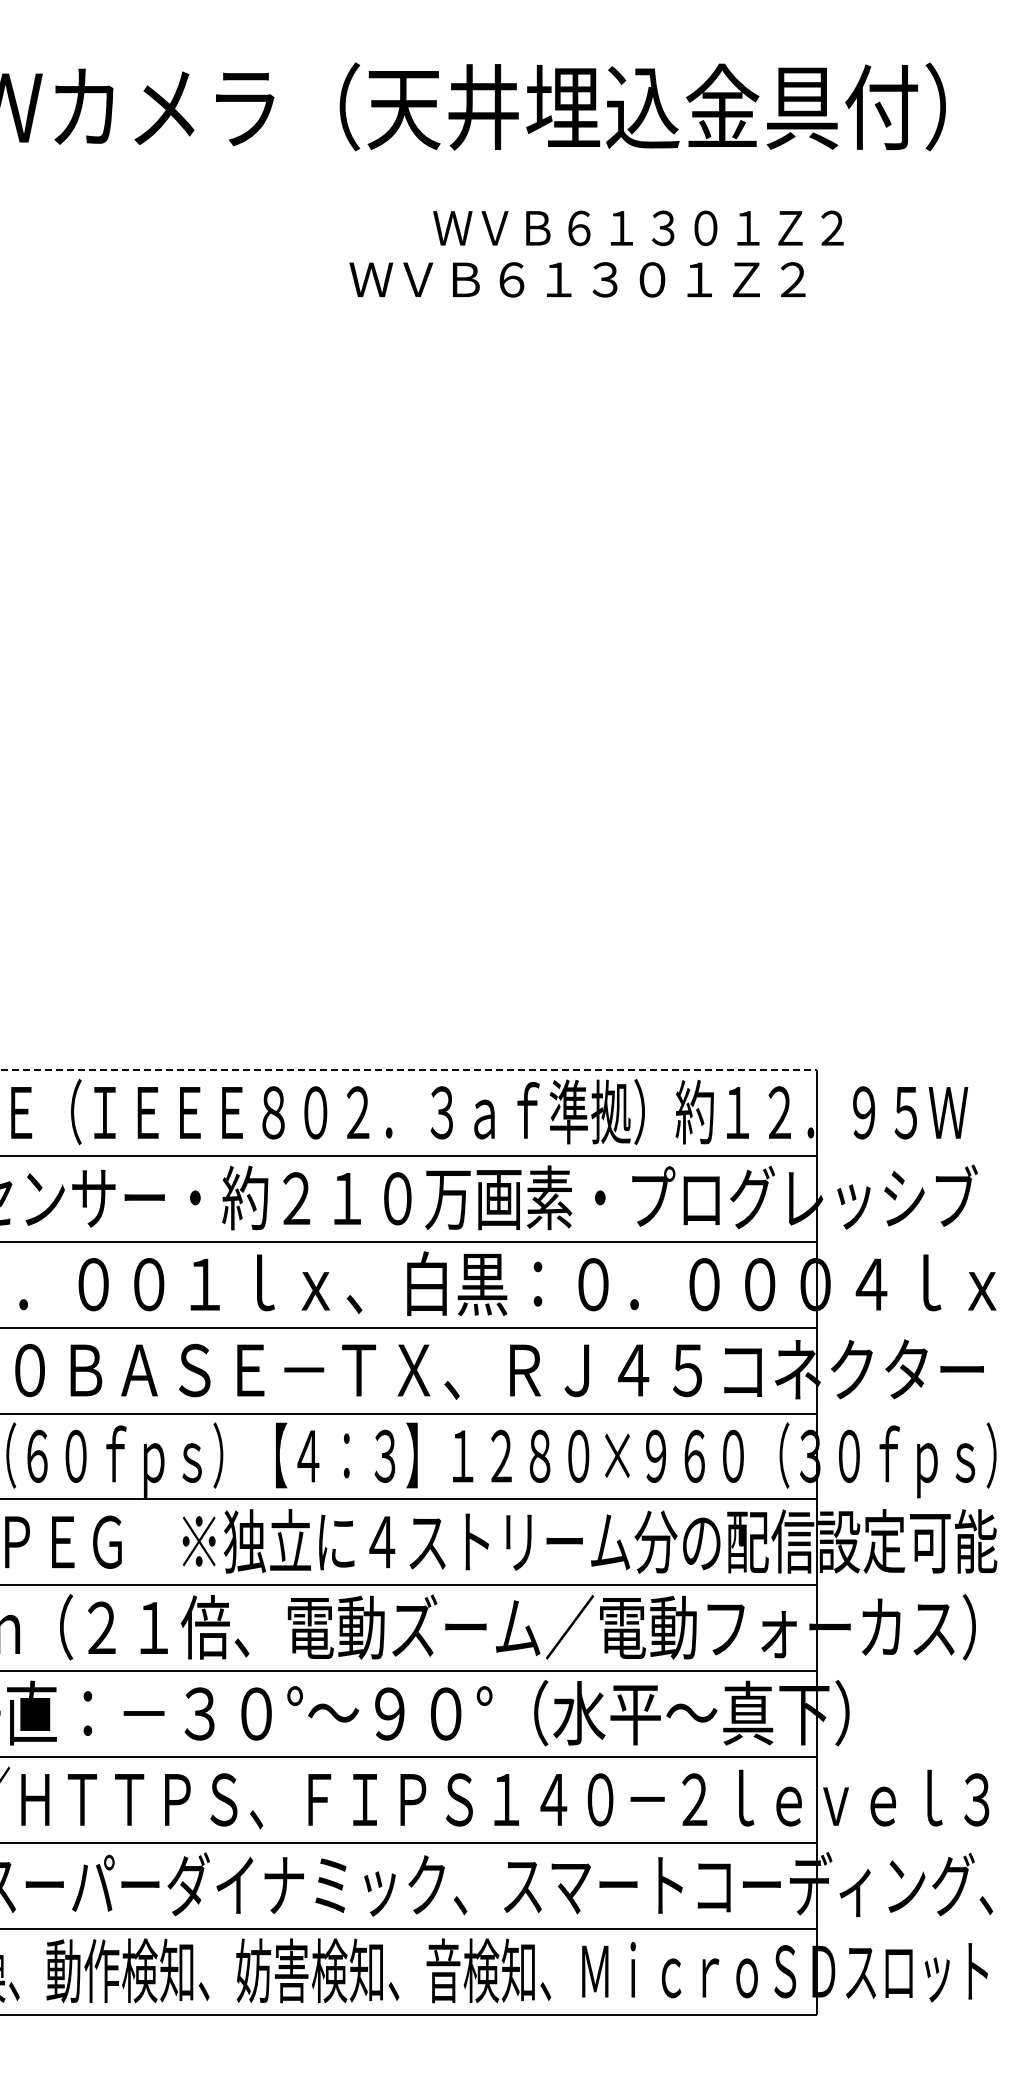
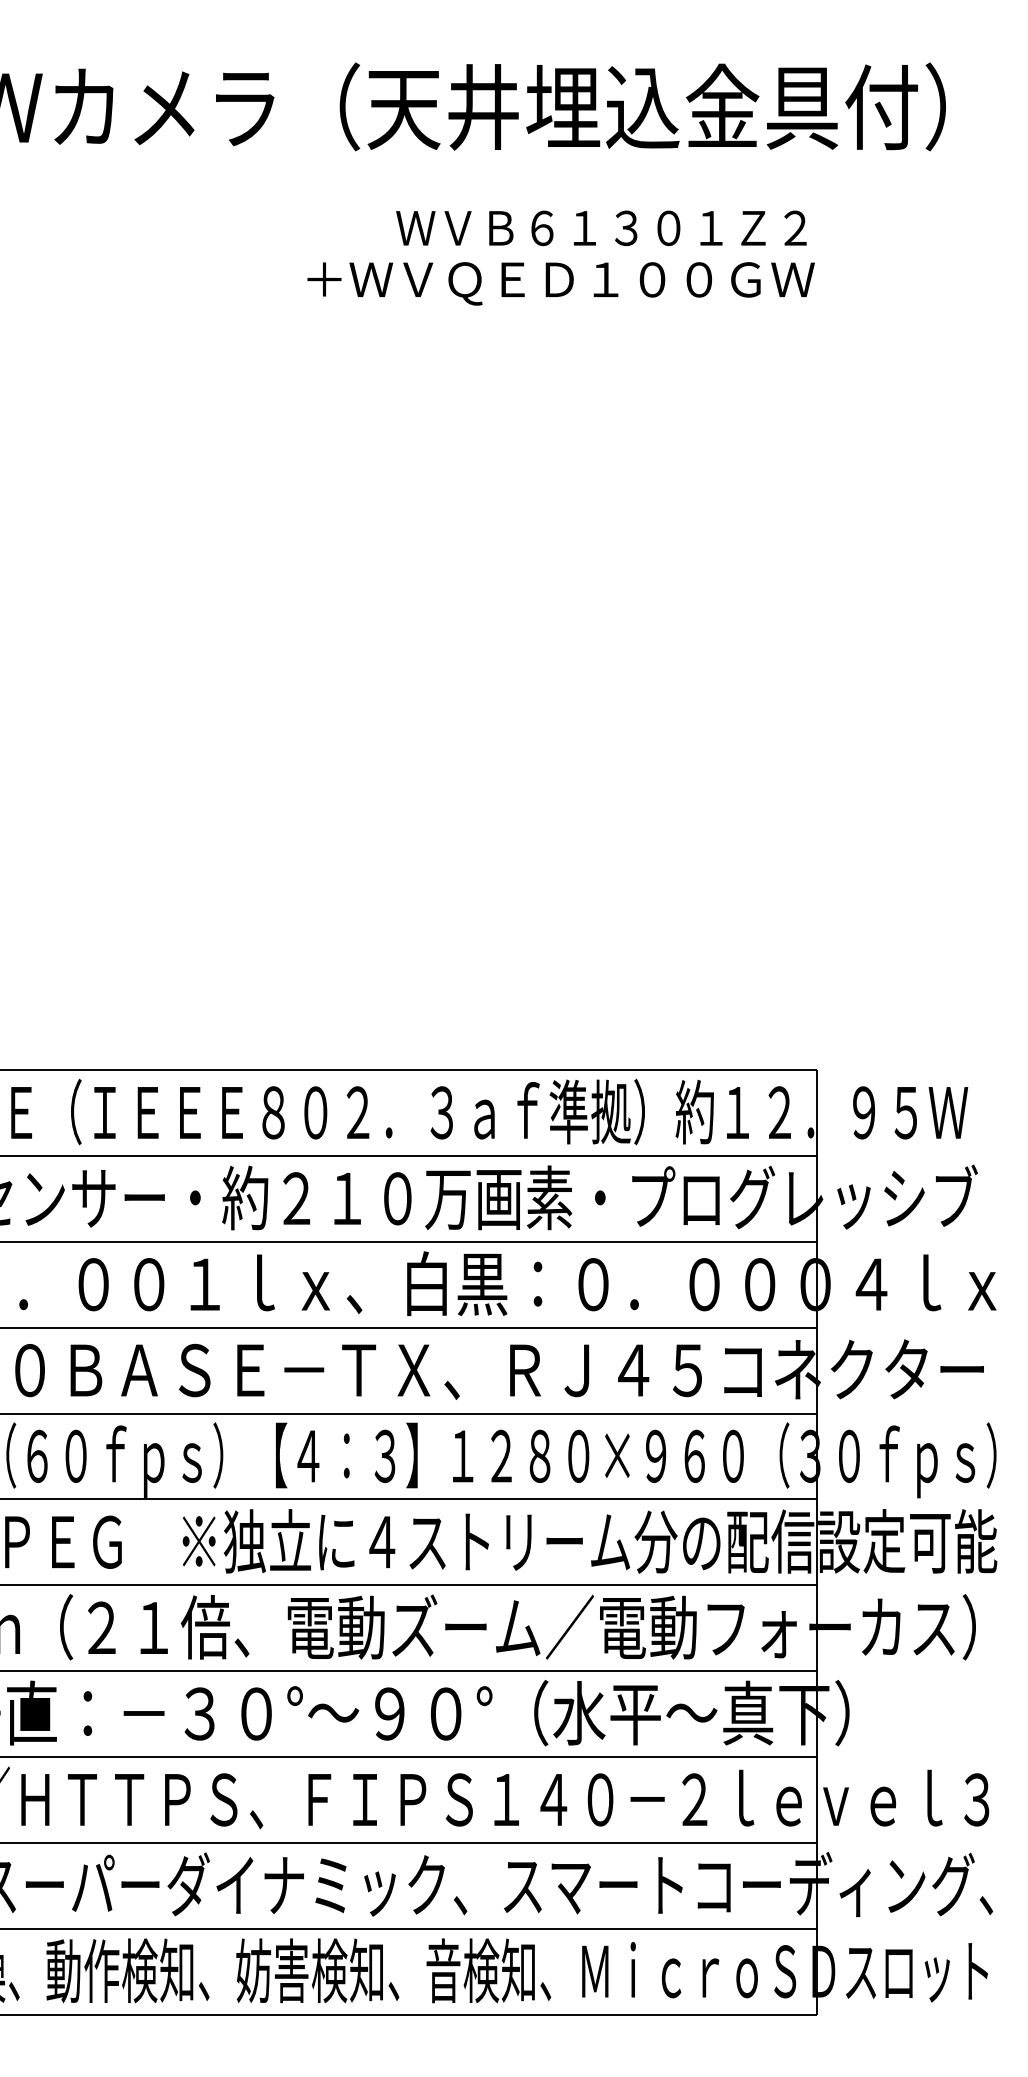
text at (638, 228) position: (638, 228) -> (601, 228)
text at (560, 283): ＷＶＢ６１３０１Ｚ２ -> ＋ＷＶＱＥＤ１００ＧＷ
line at (408, 1070): dashed -> solid
